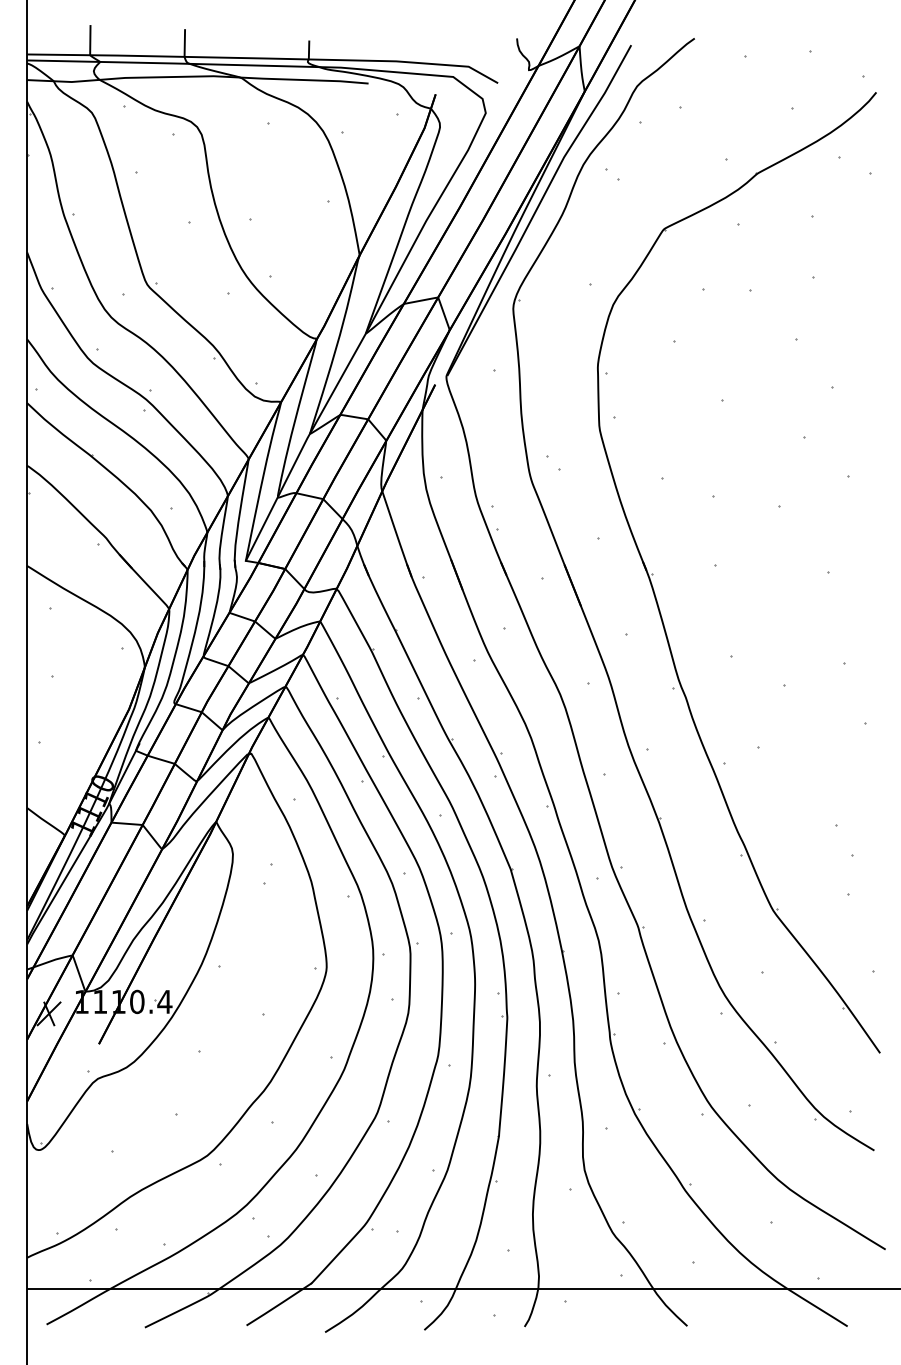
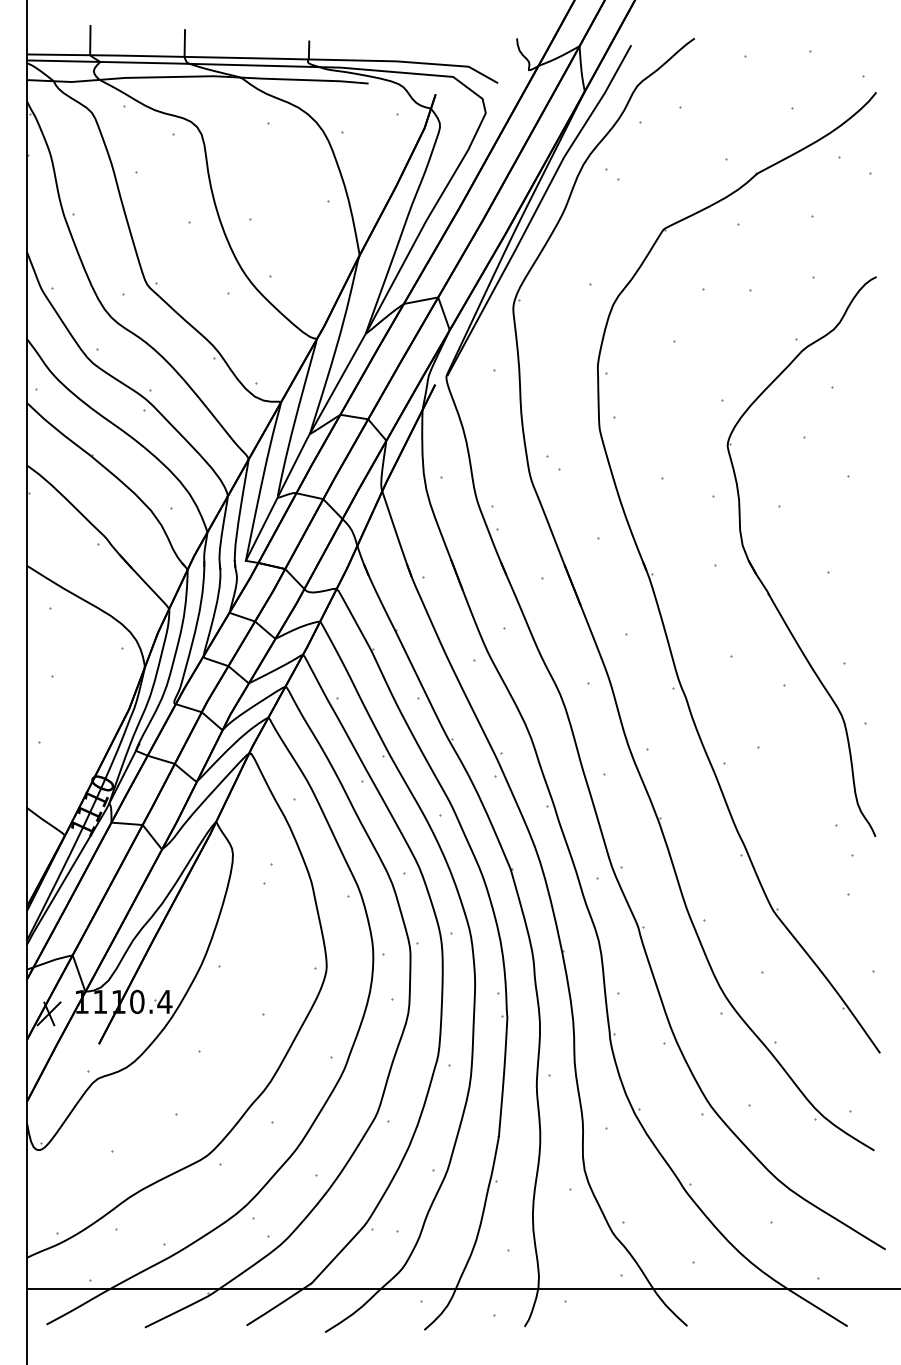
part at (760, 578): none -> present
